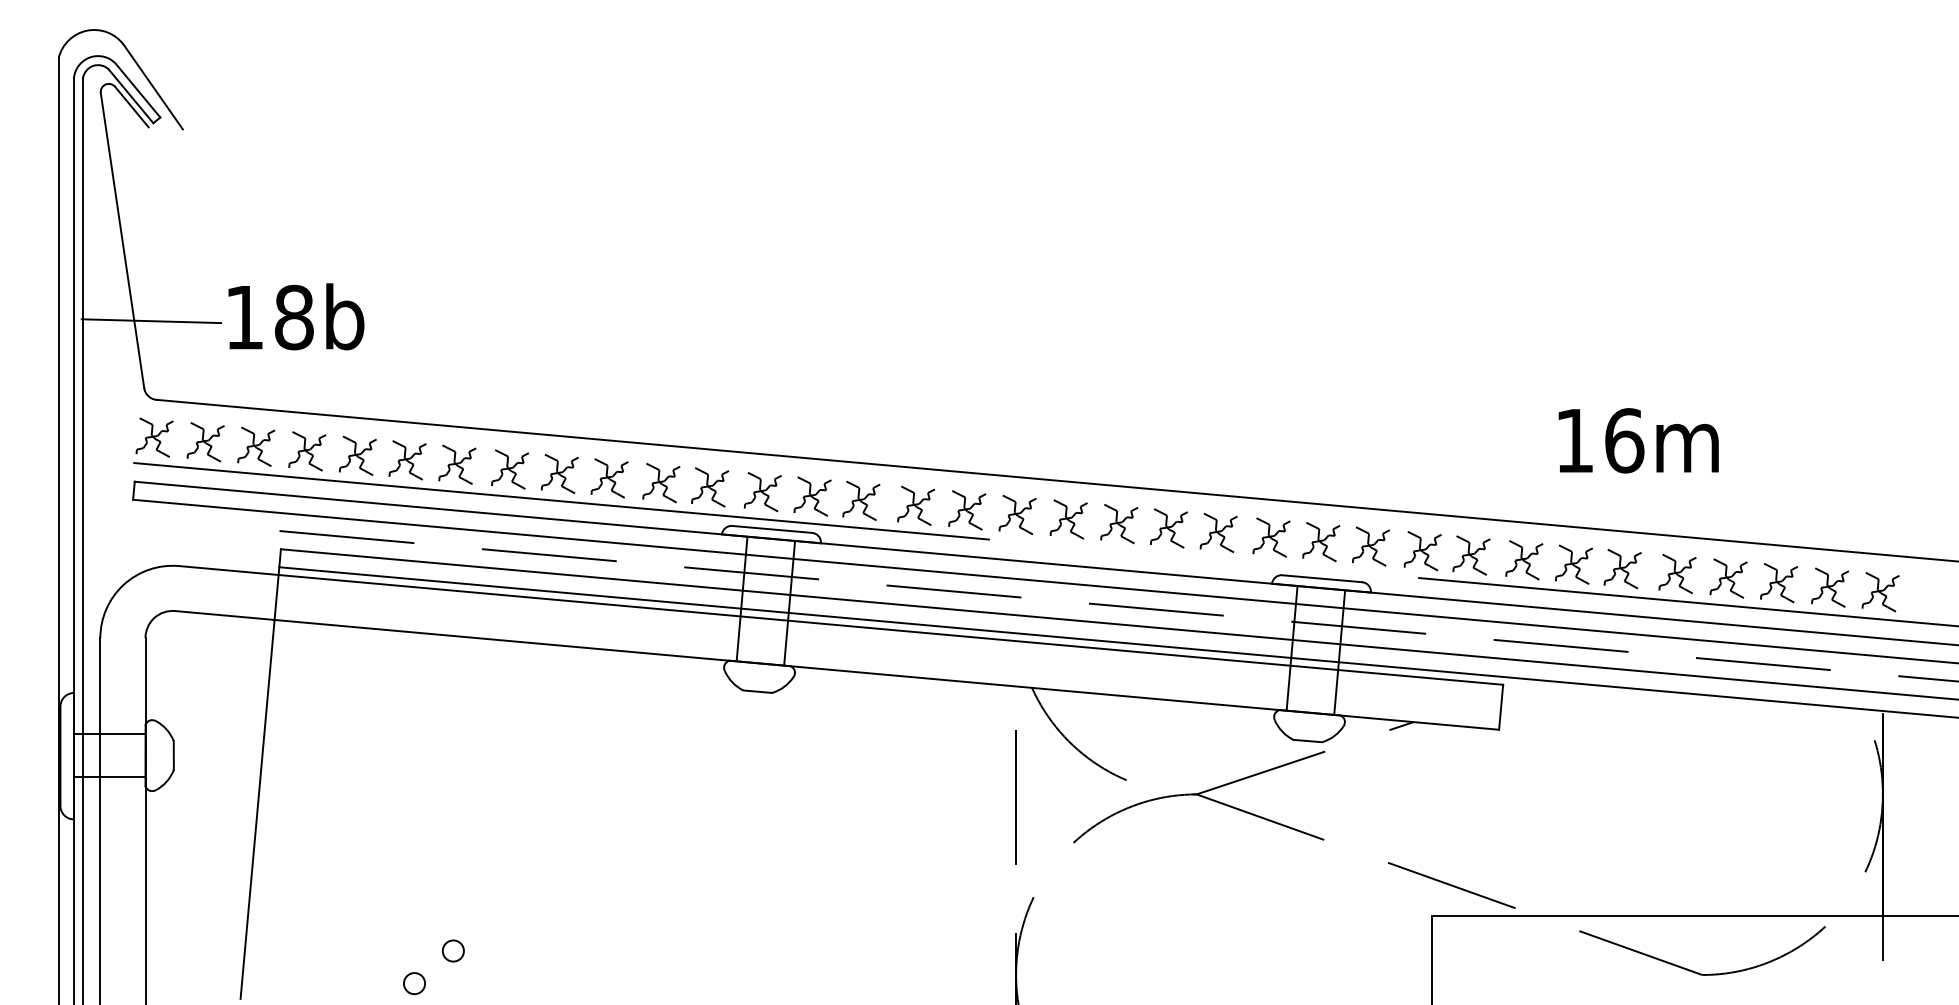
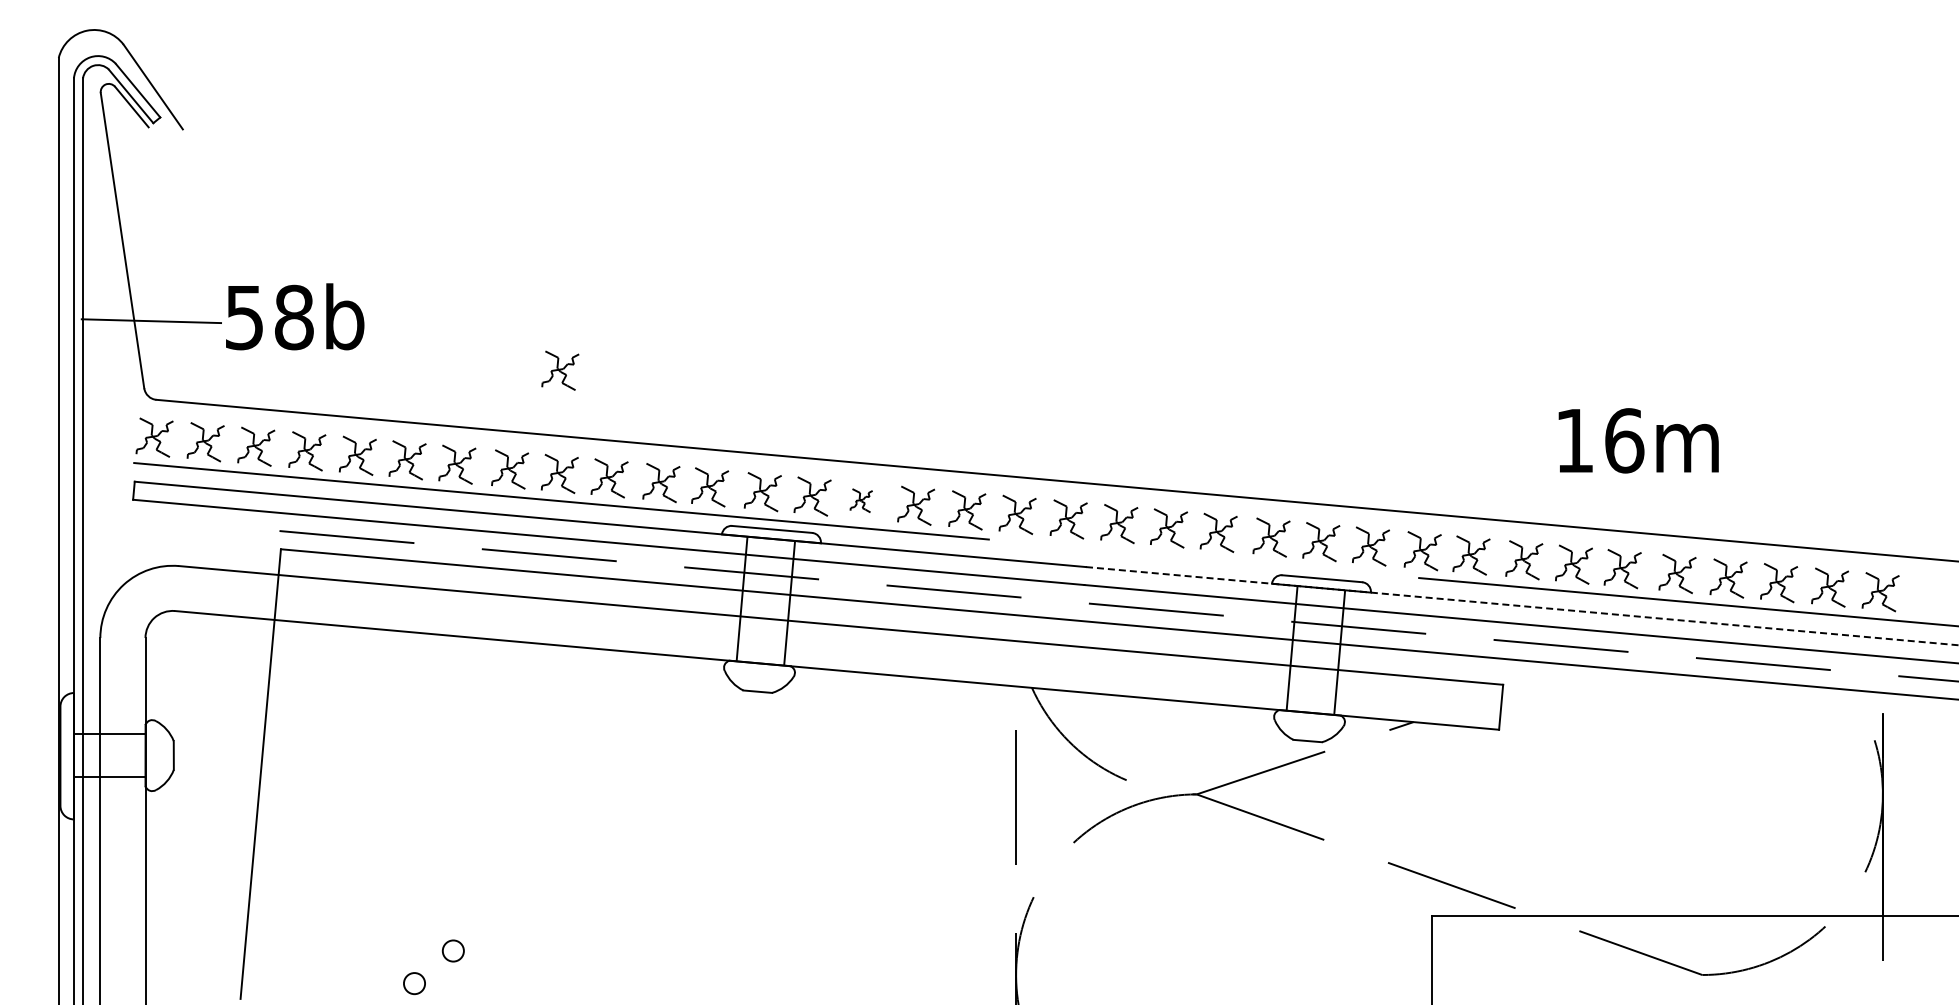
text at (244, 318): 18b -> 58b
part at (560, 370): none -> present
part at (861, 500) size: 39x41 px -> 24x25 px
line at (1522, 606): solid -> dashed
line at (1117, 642): present -> none
